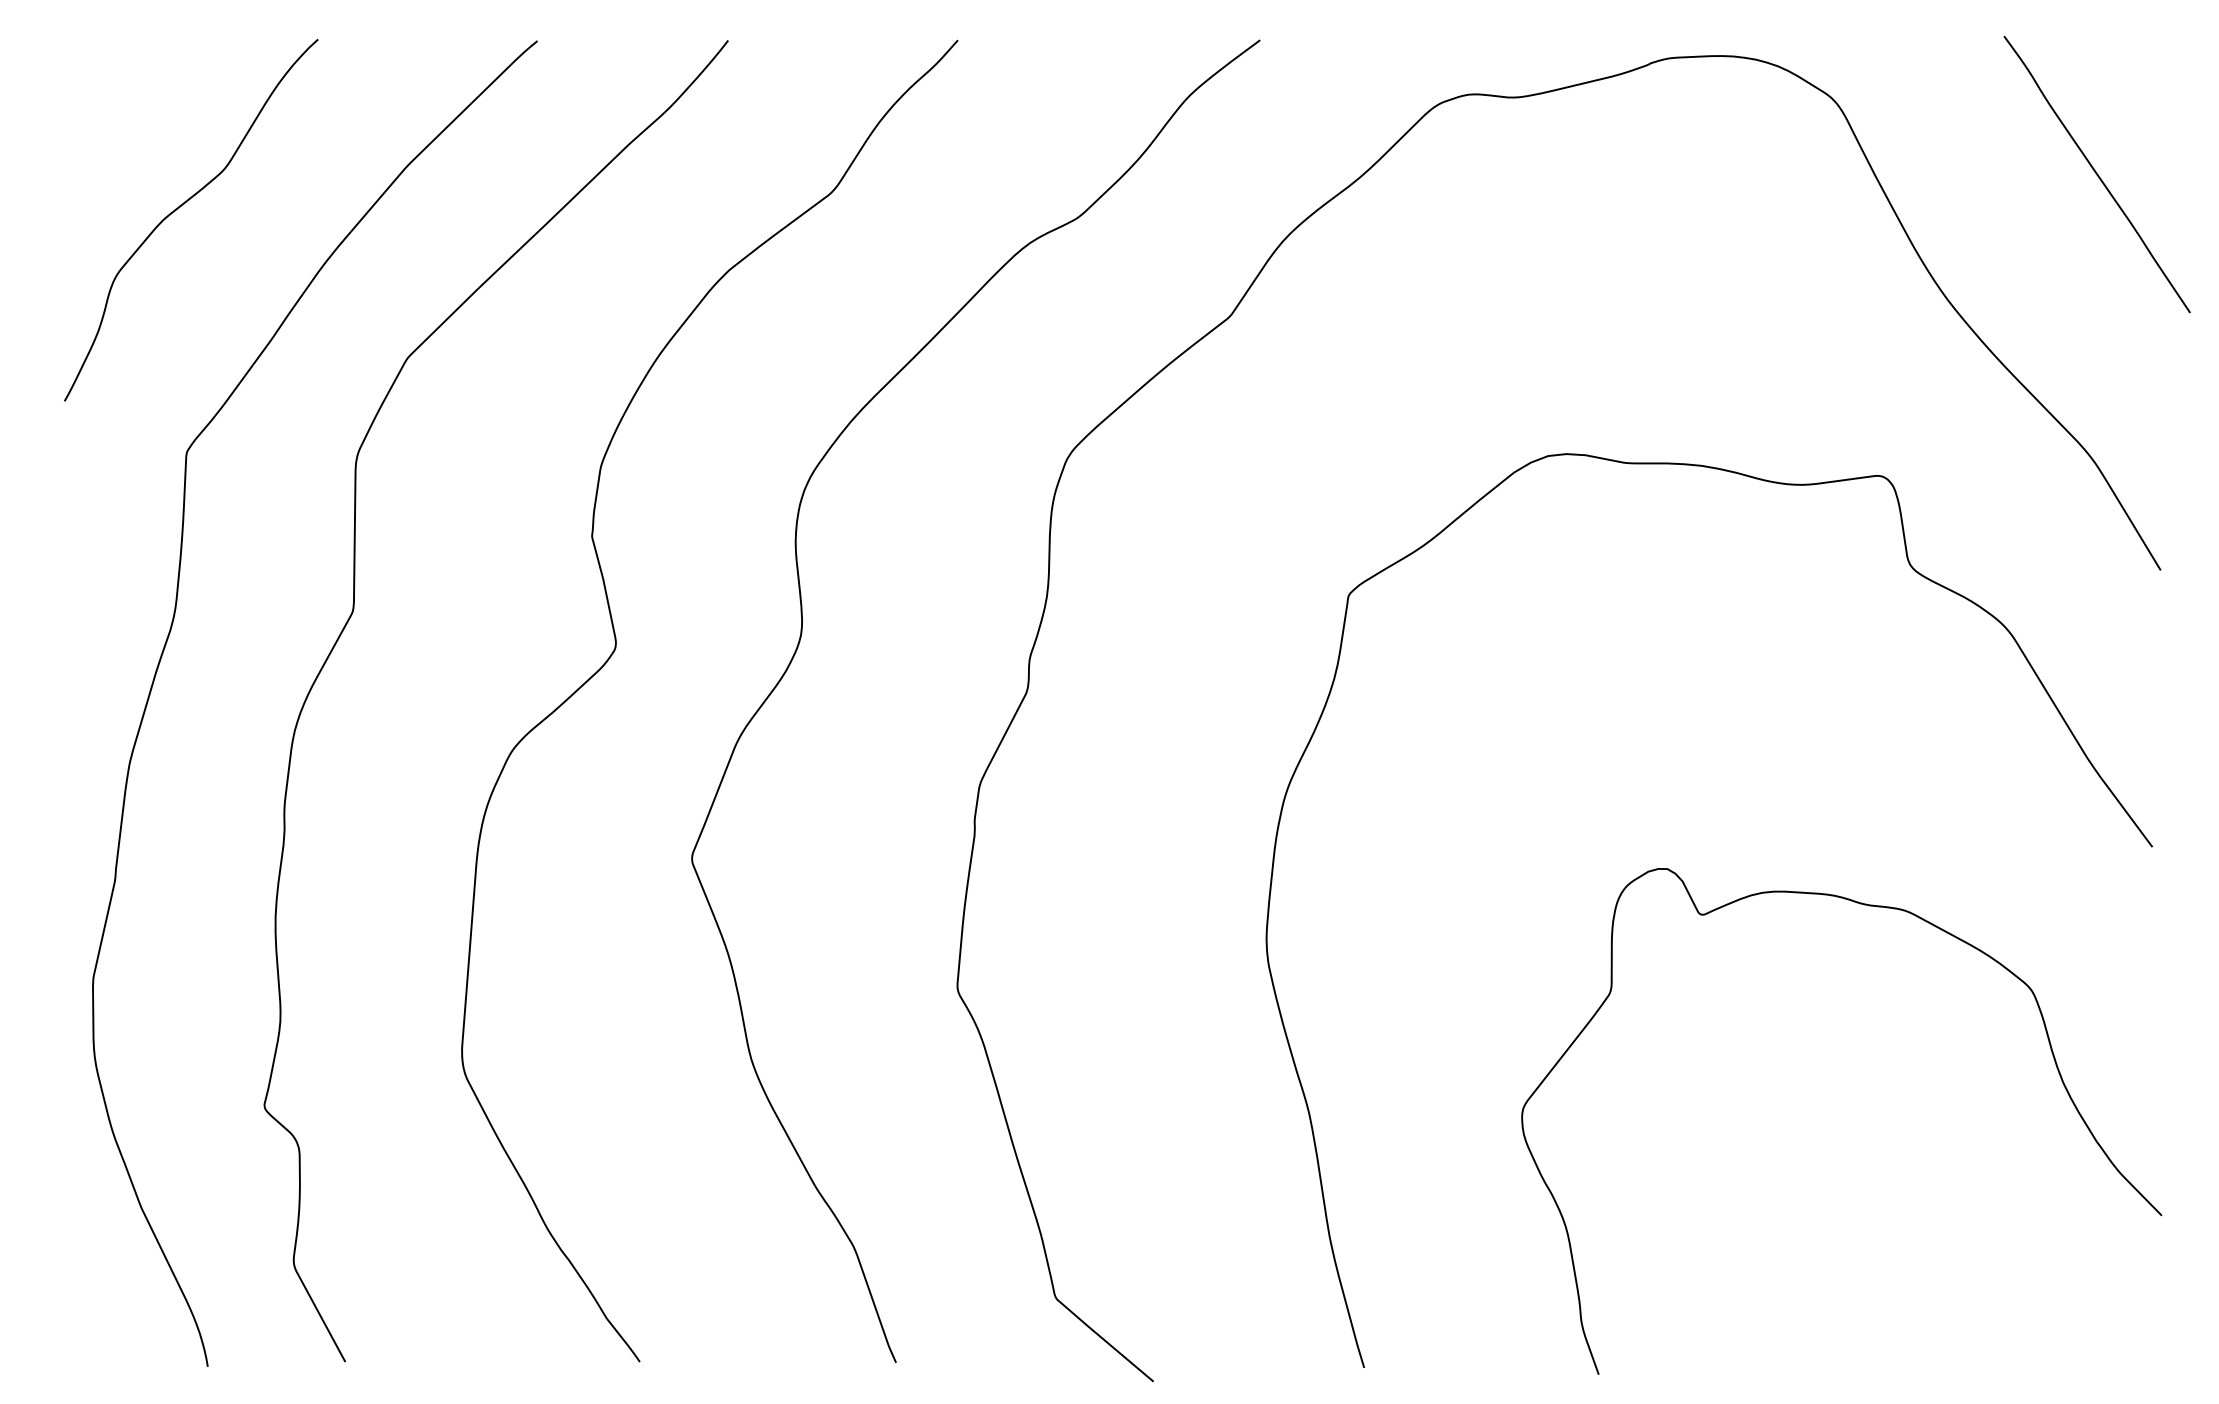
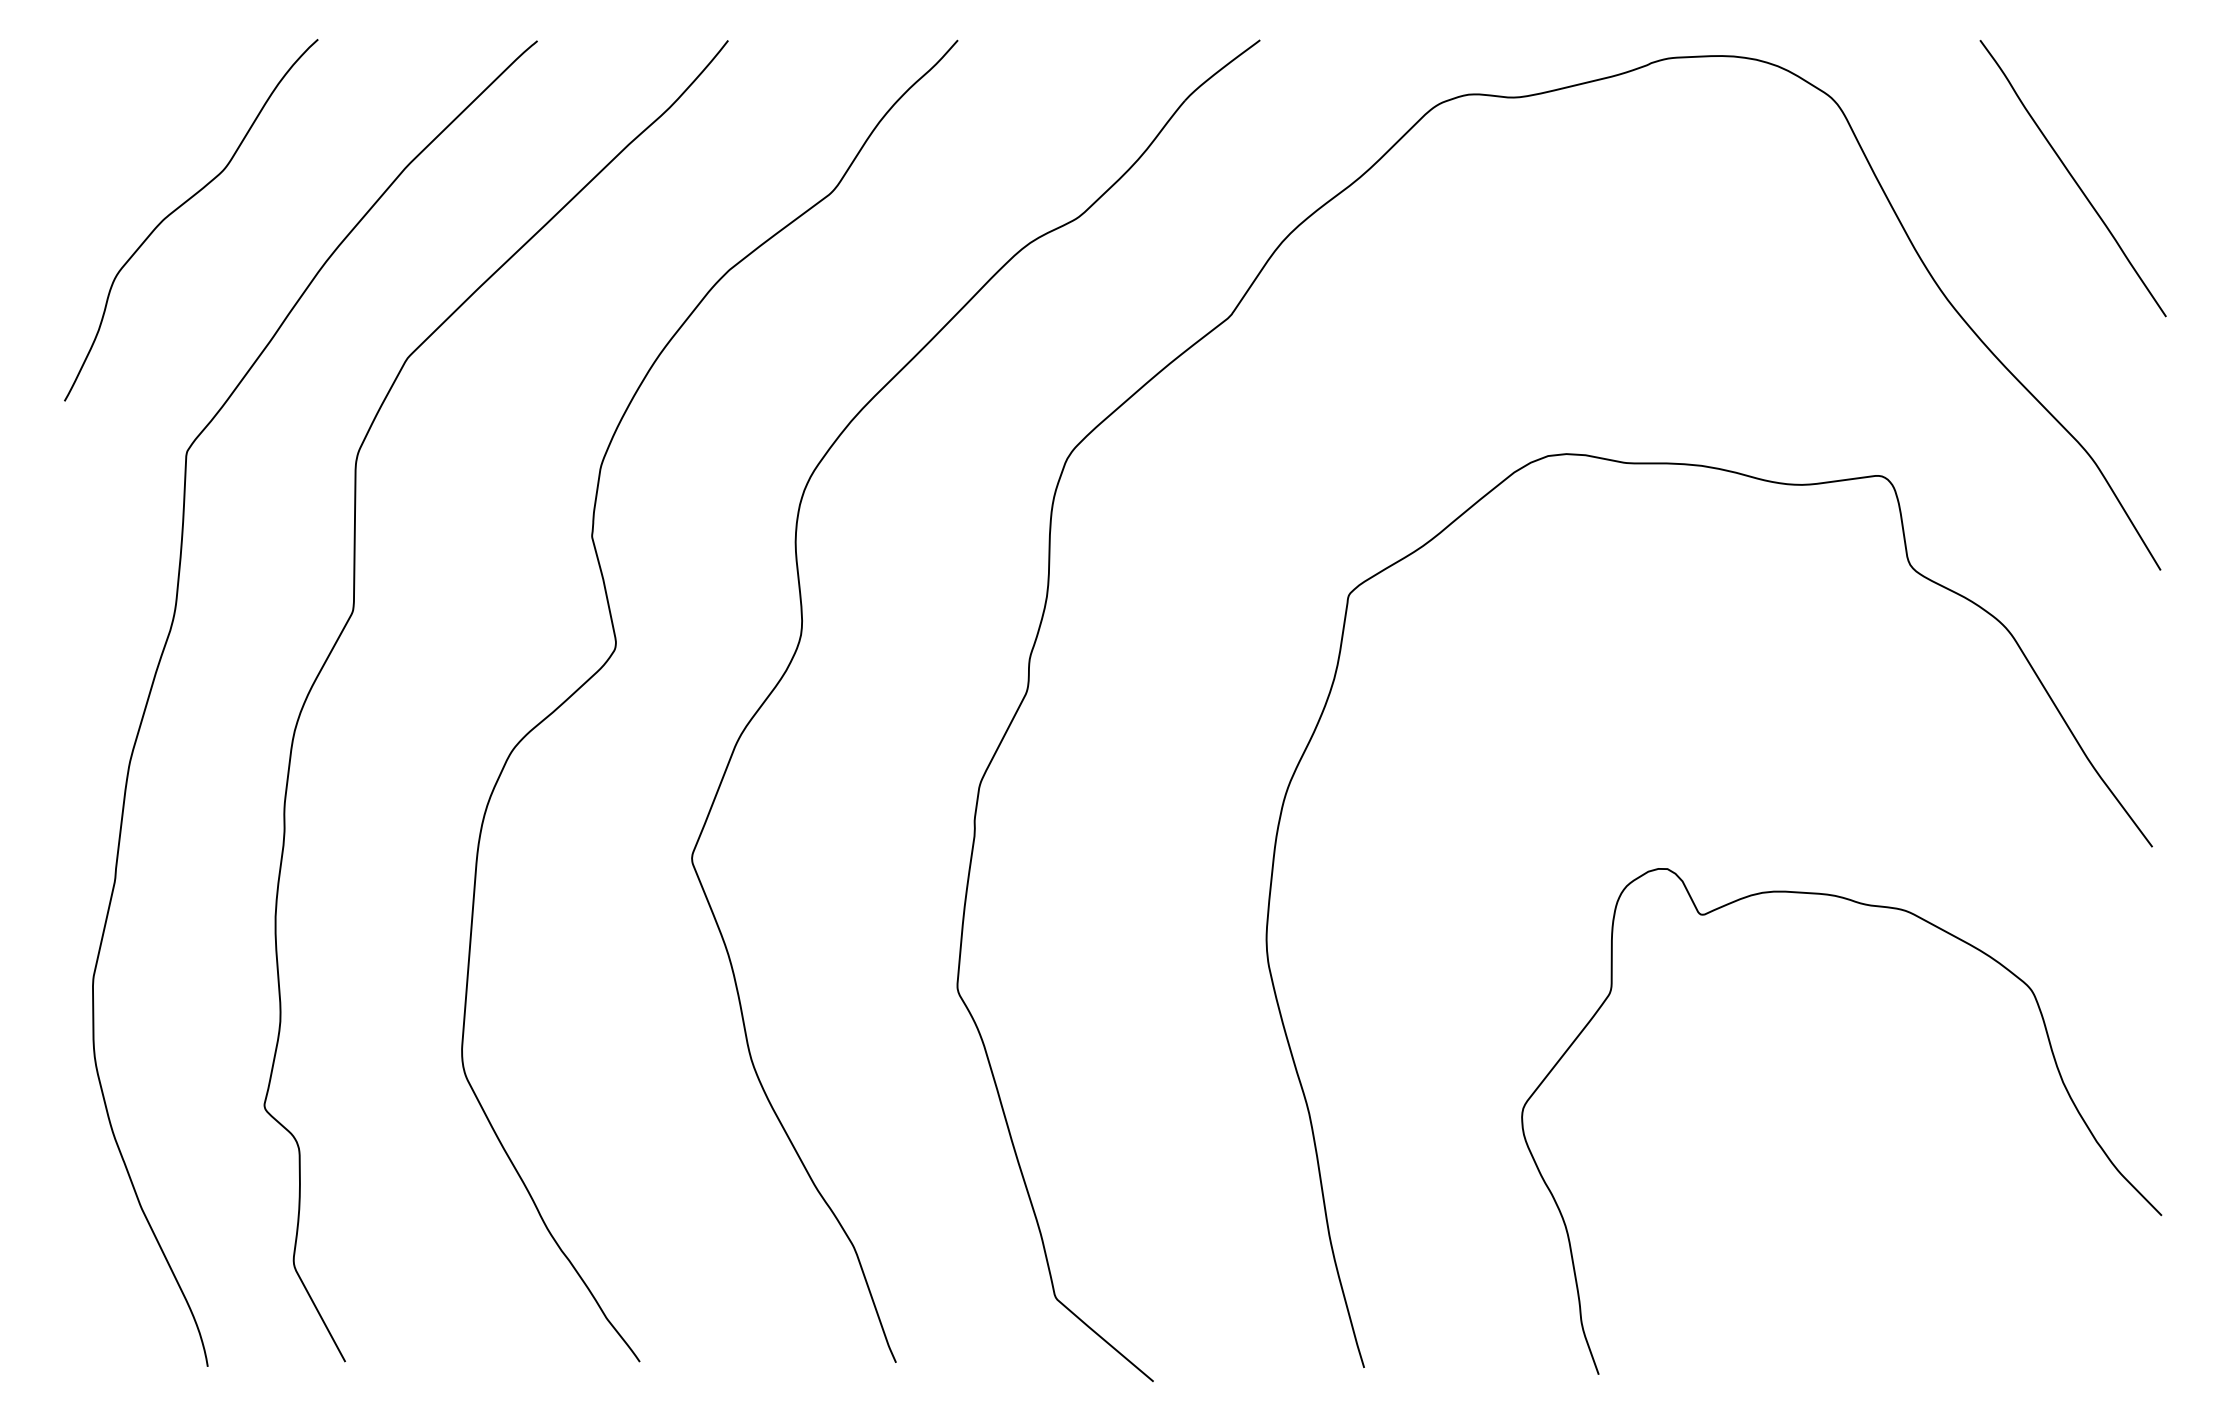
curve at (2096, 174) position: (2096, 174) -> (2072, 178)
